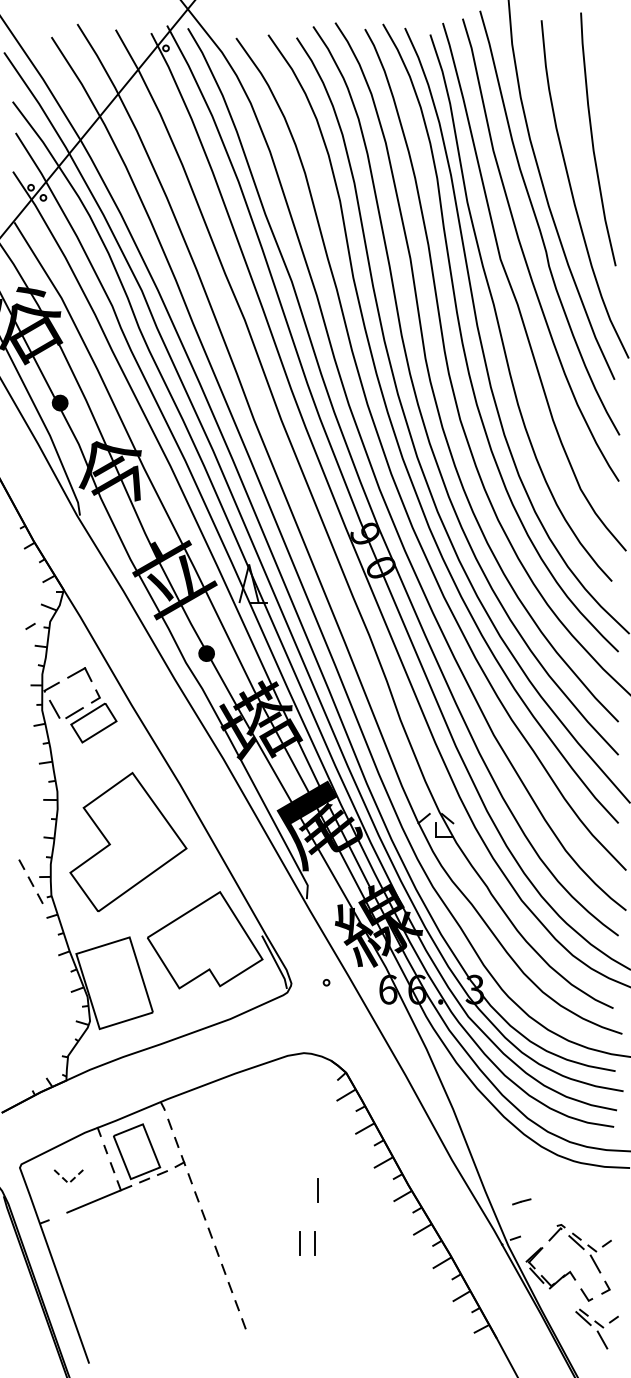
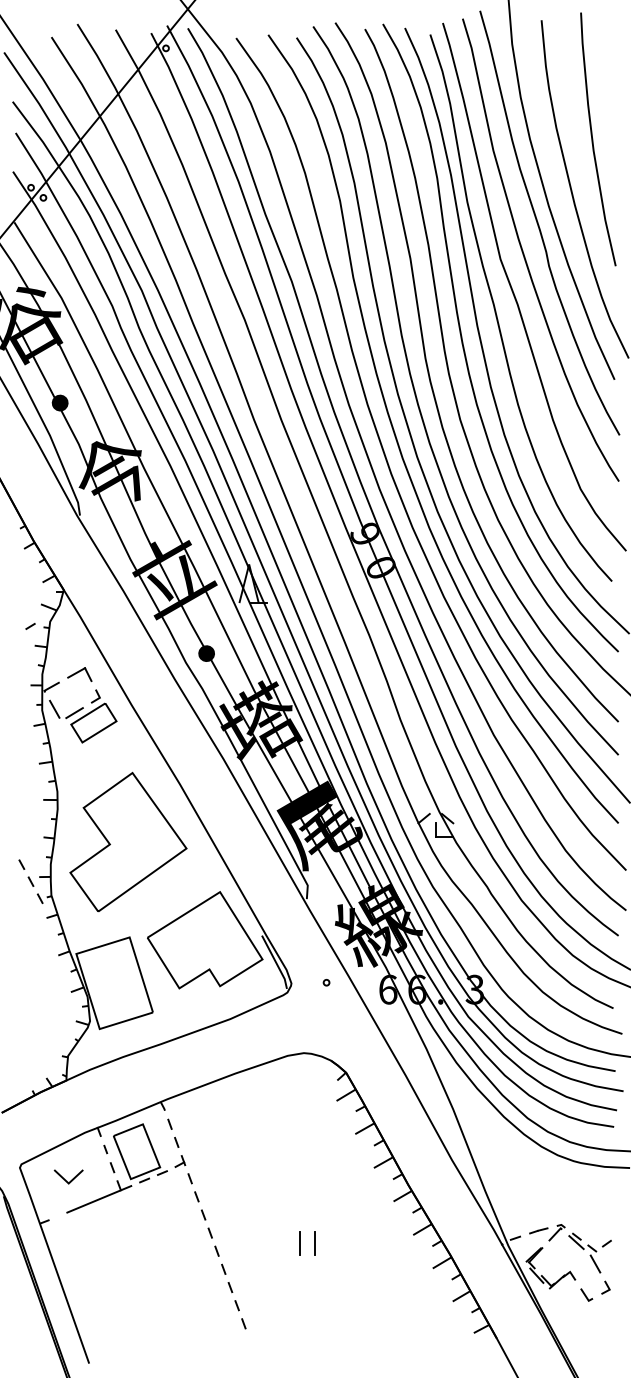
line at (68, 1183): dashed -> solid
line at (317, 1190): present -> none
line at (521, 1201) position: (521, 1201) -> (538, 1230)
part at (596, 1328): present -> none
